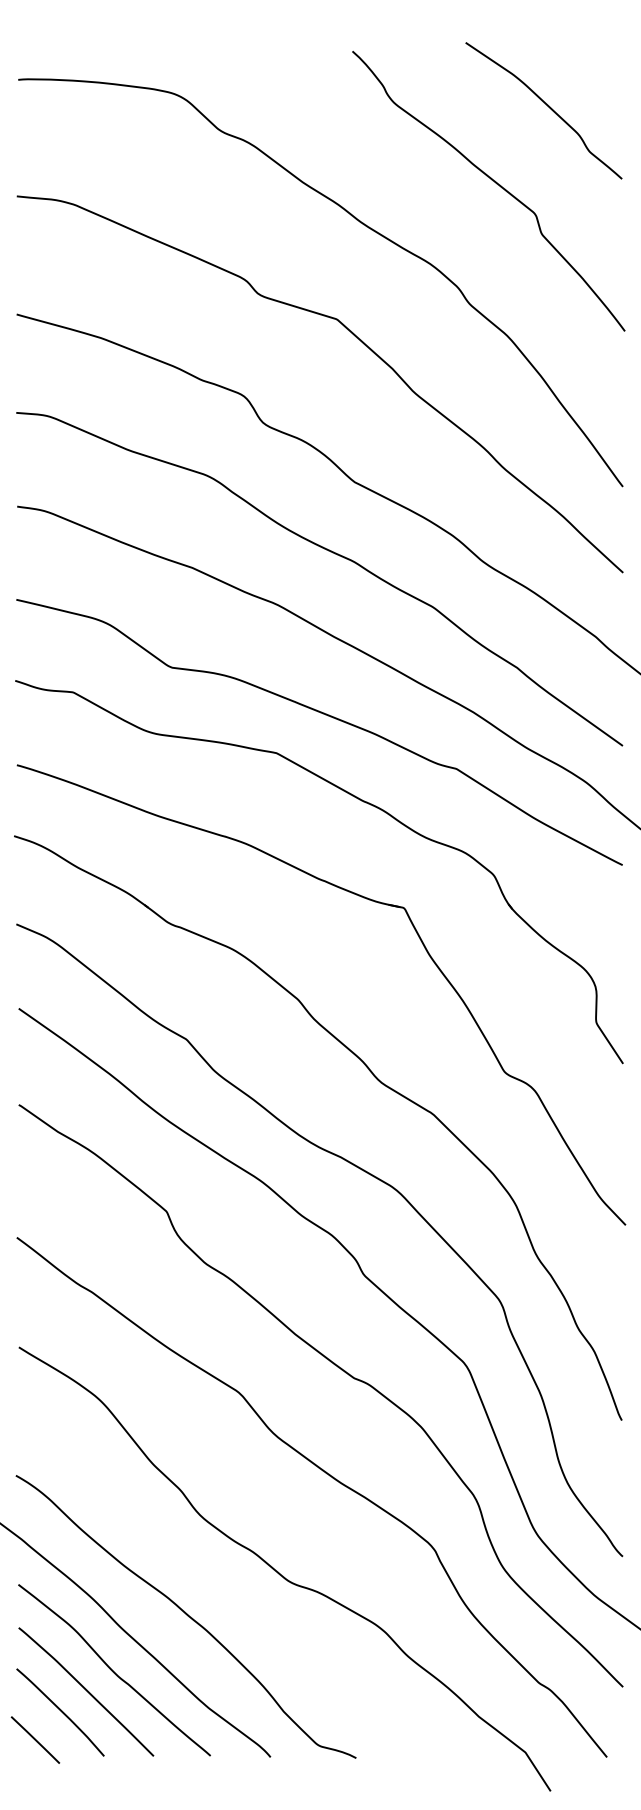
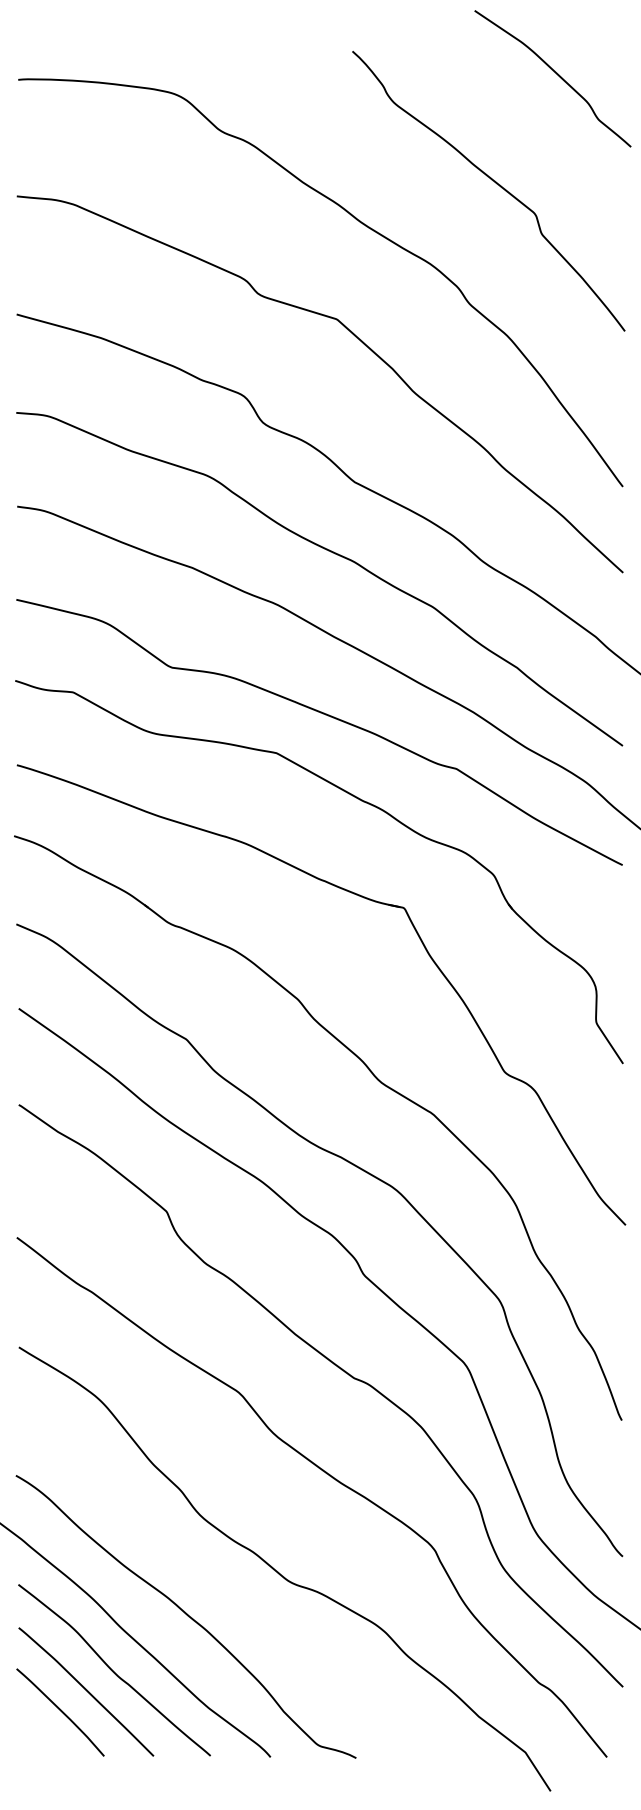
curve at (547, 106) position: (547, 106) -> (556, 74)
line at (35, 1739): present -> none
